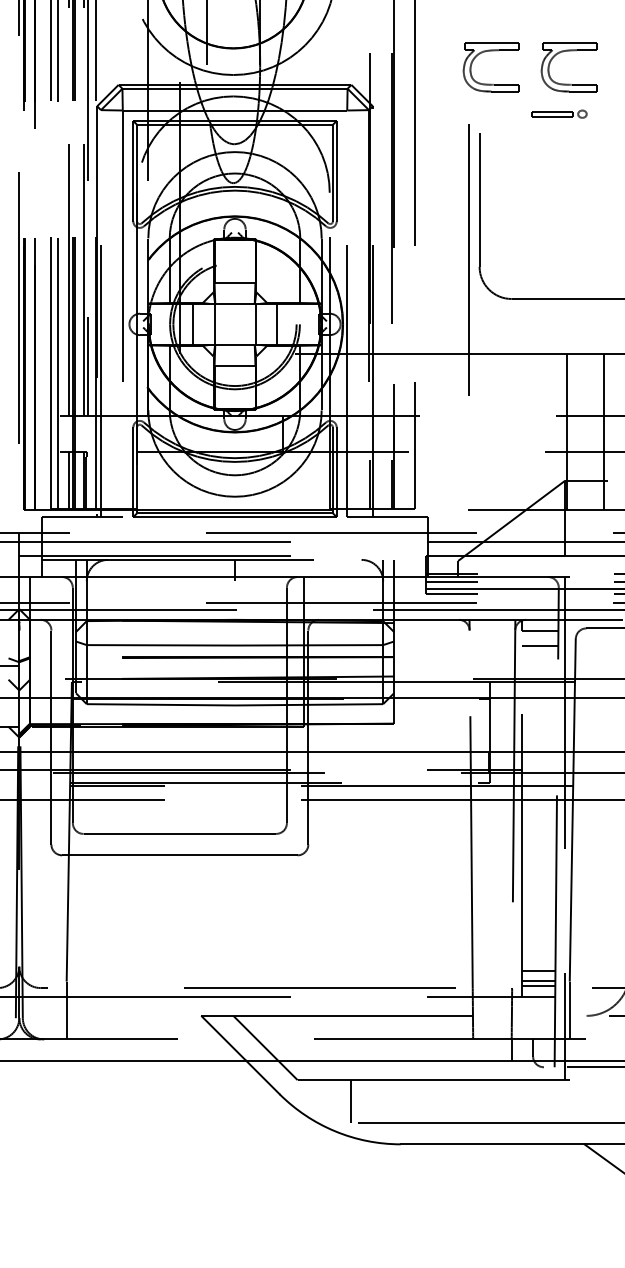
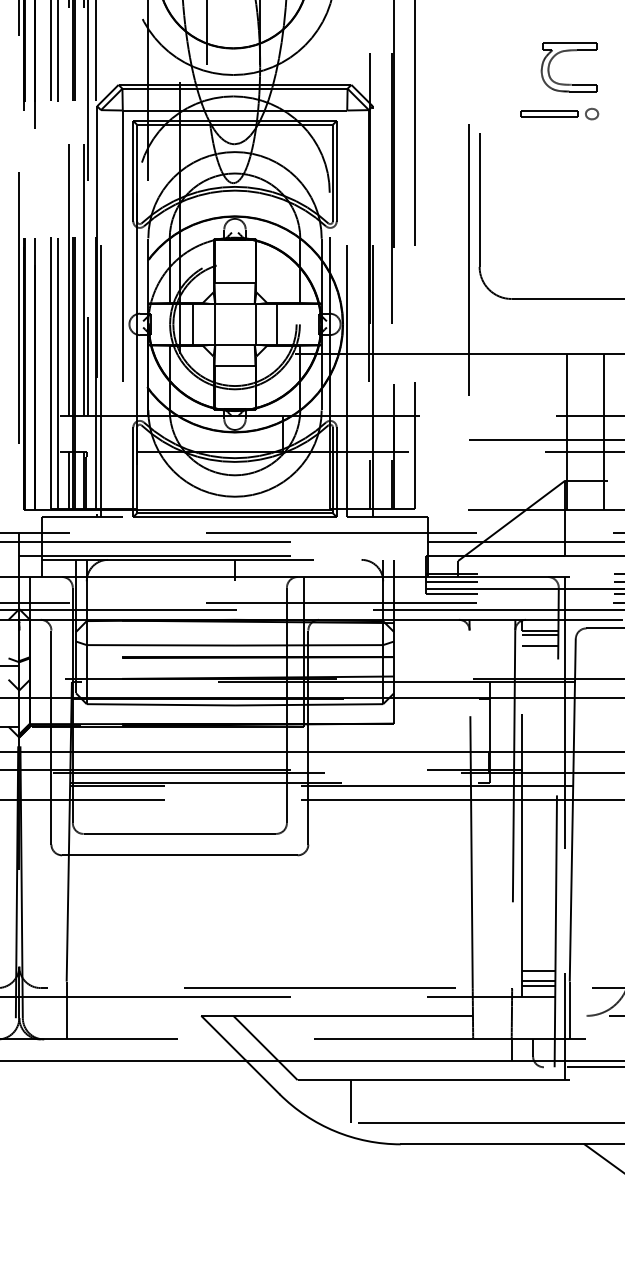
part at (485, 52): present -> none
part at (559, 113) size: 57x10 px -> 80x13 px
line at (544, 440): none -> present
line at (540, 634): none -> present
